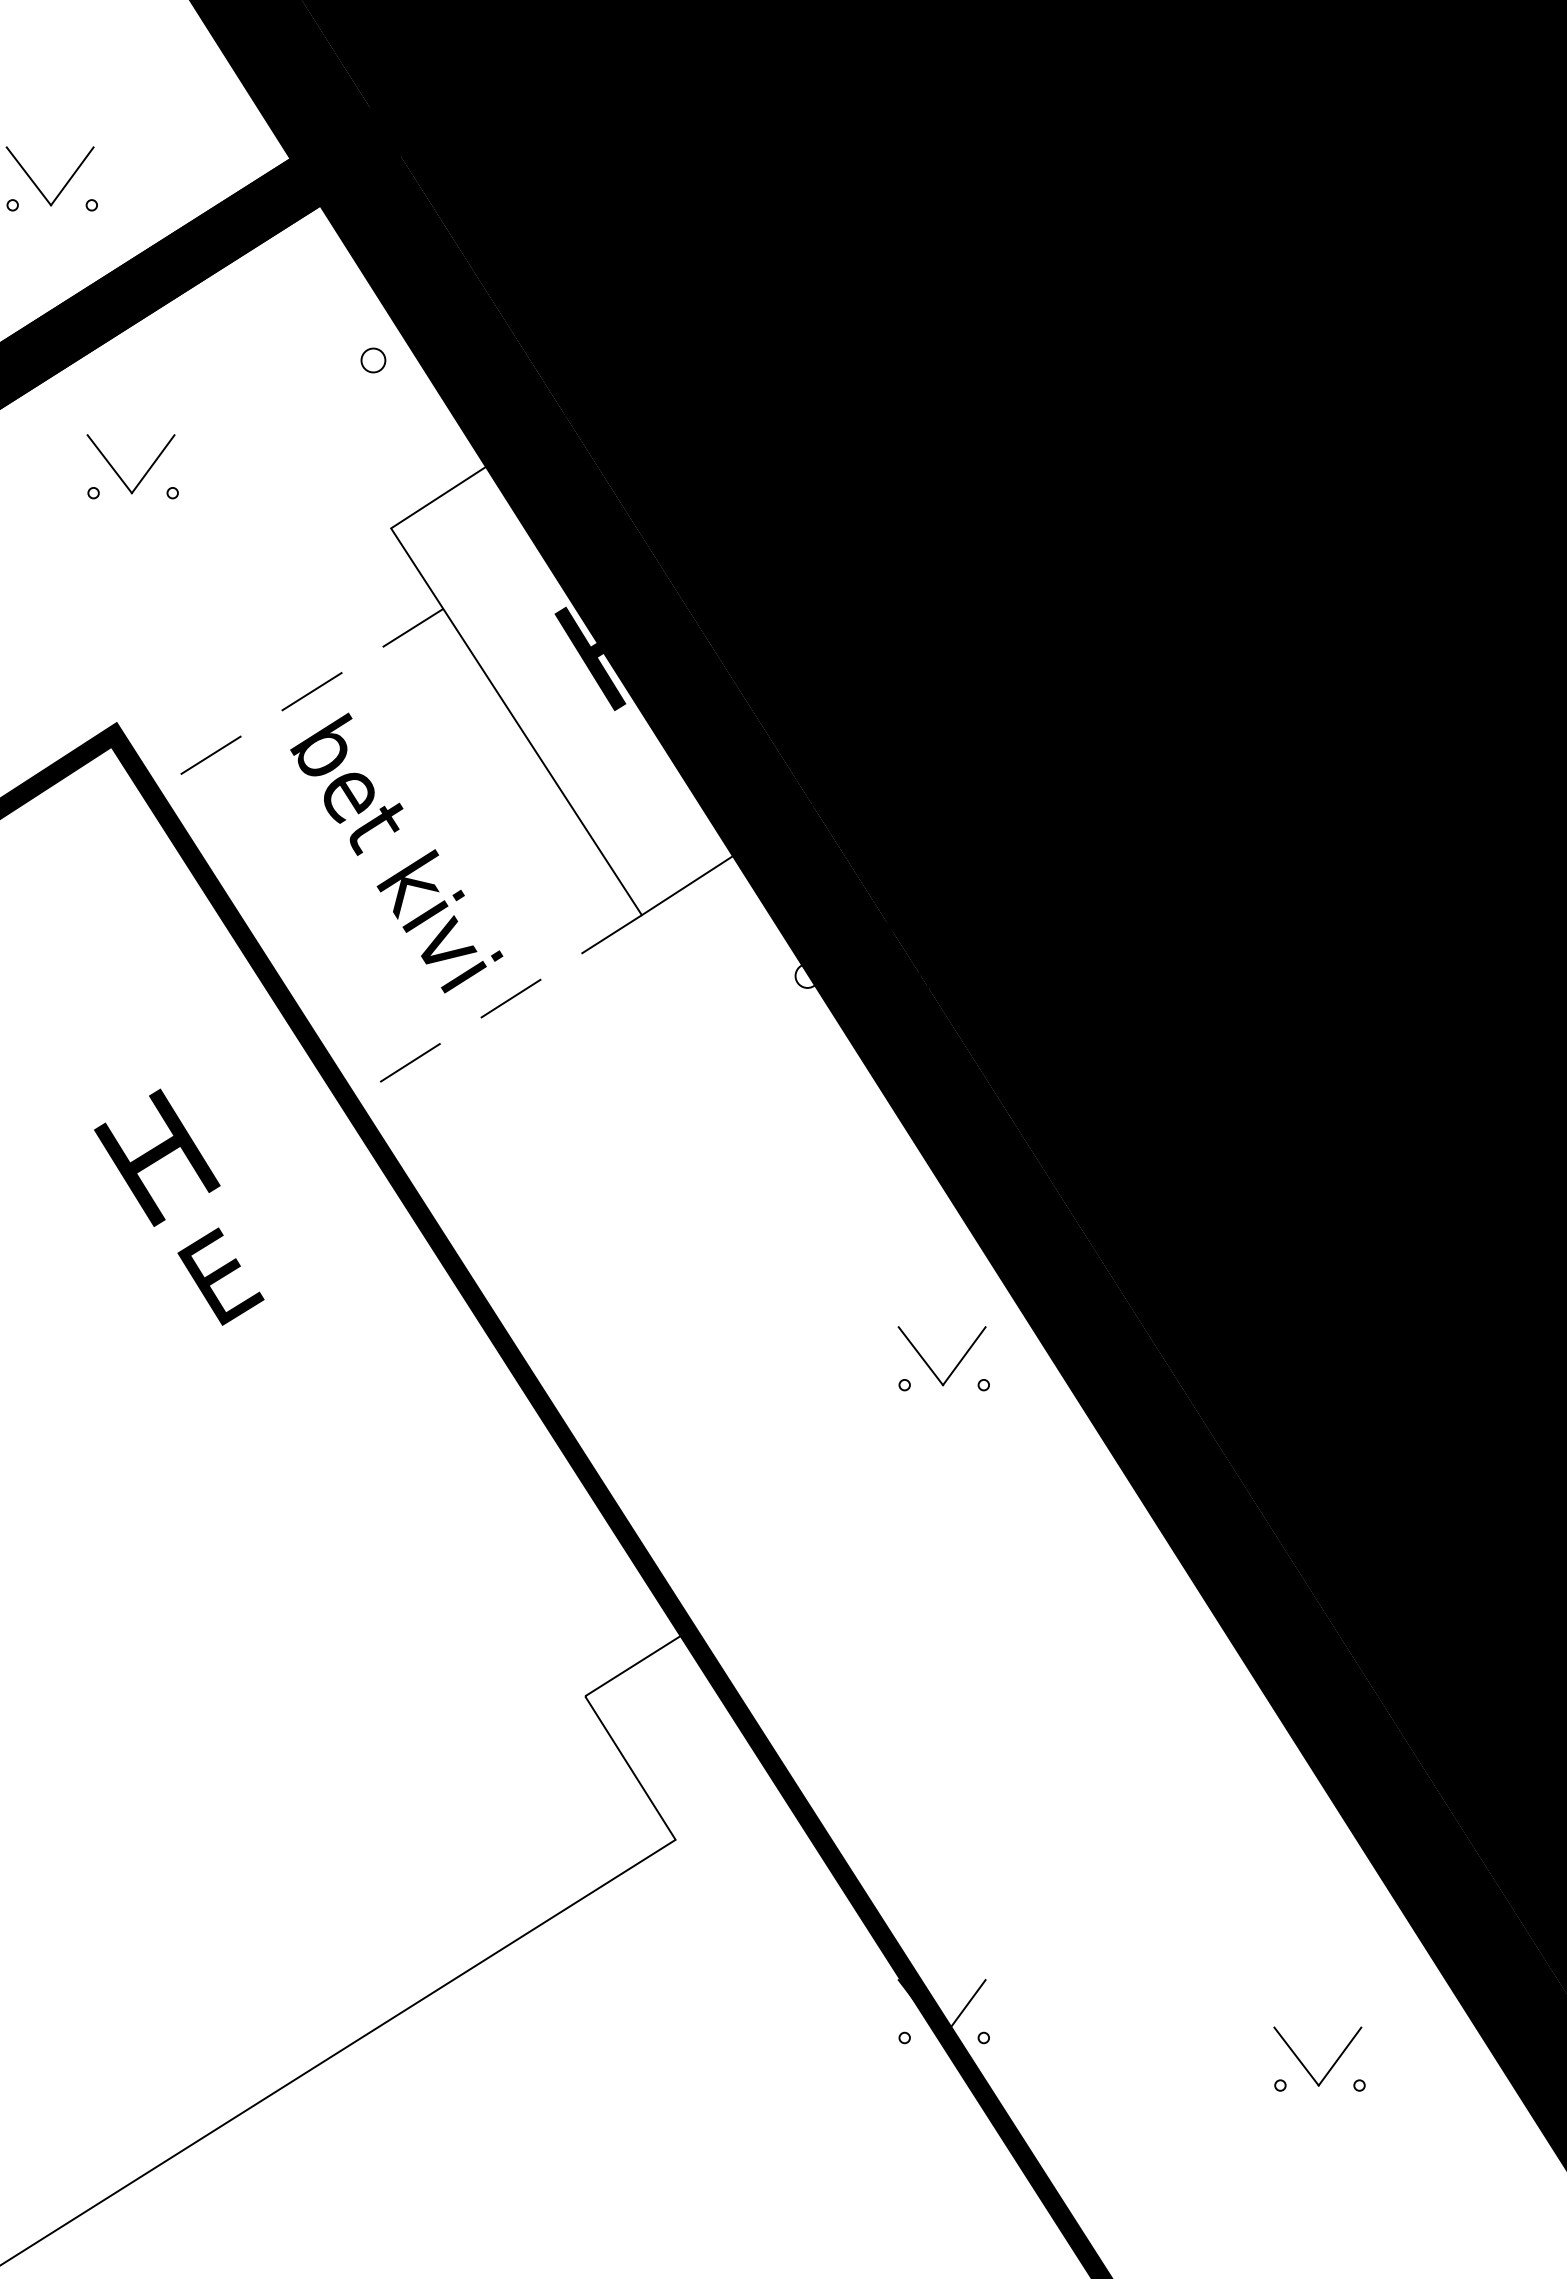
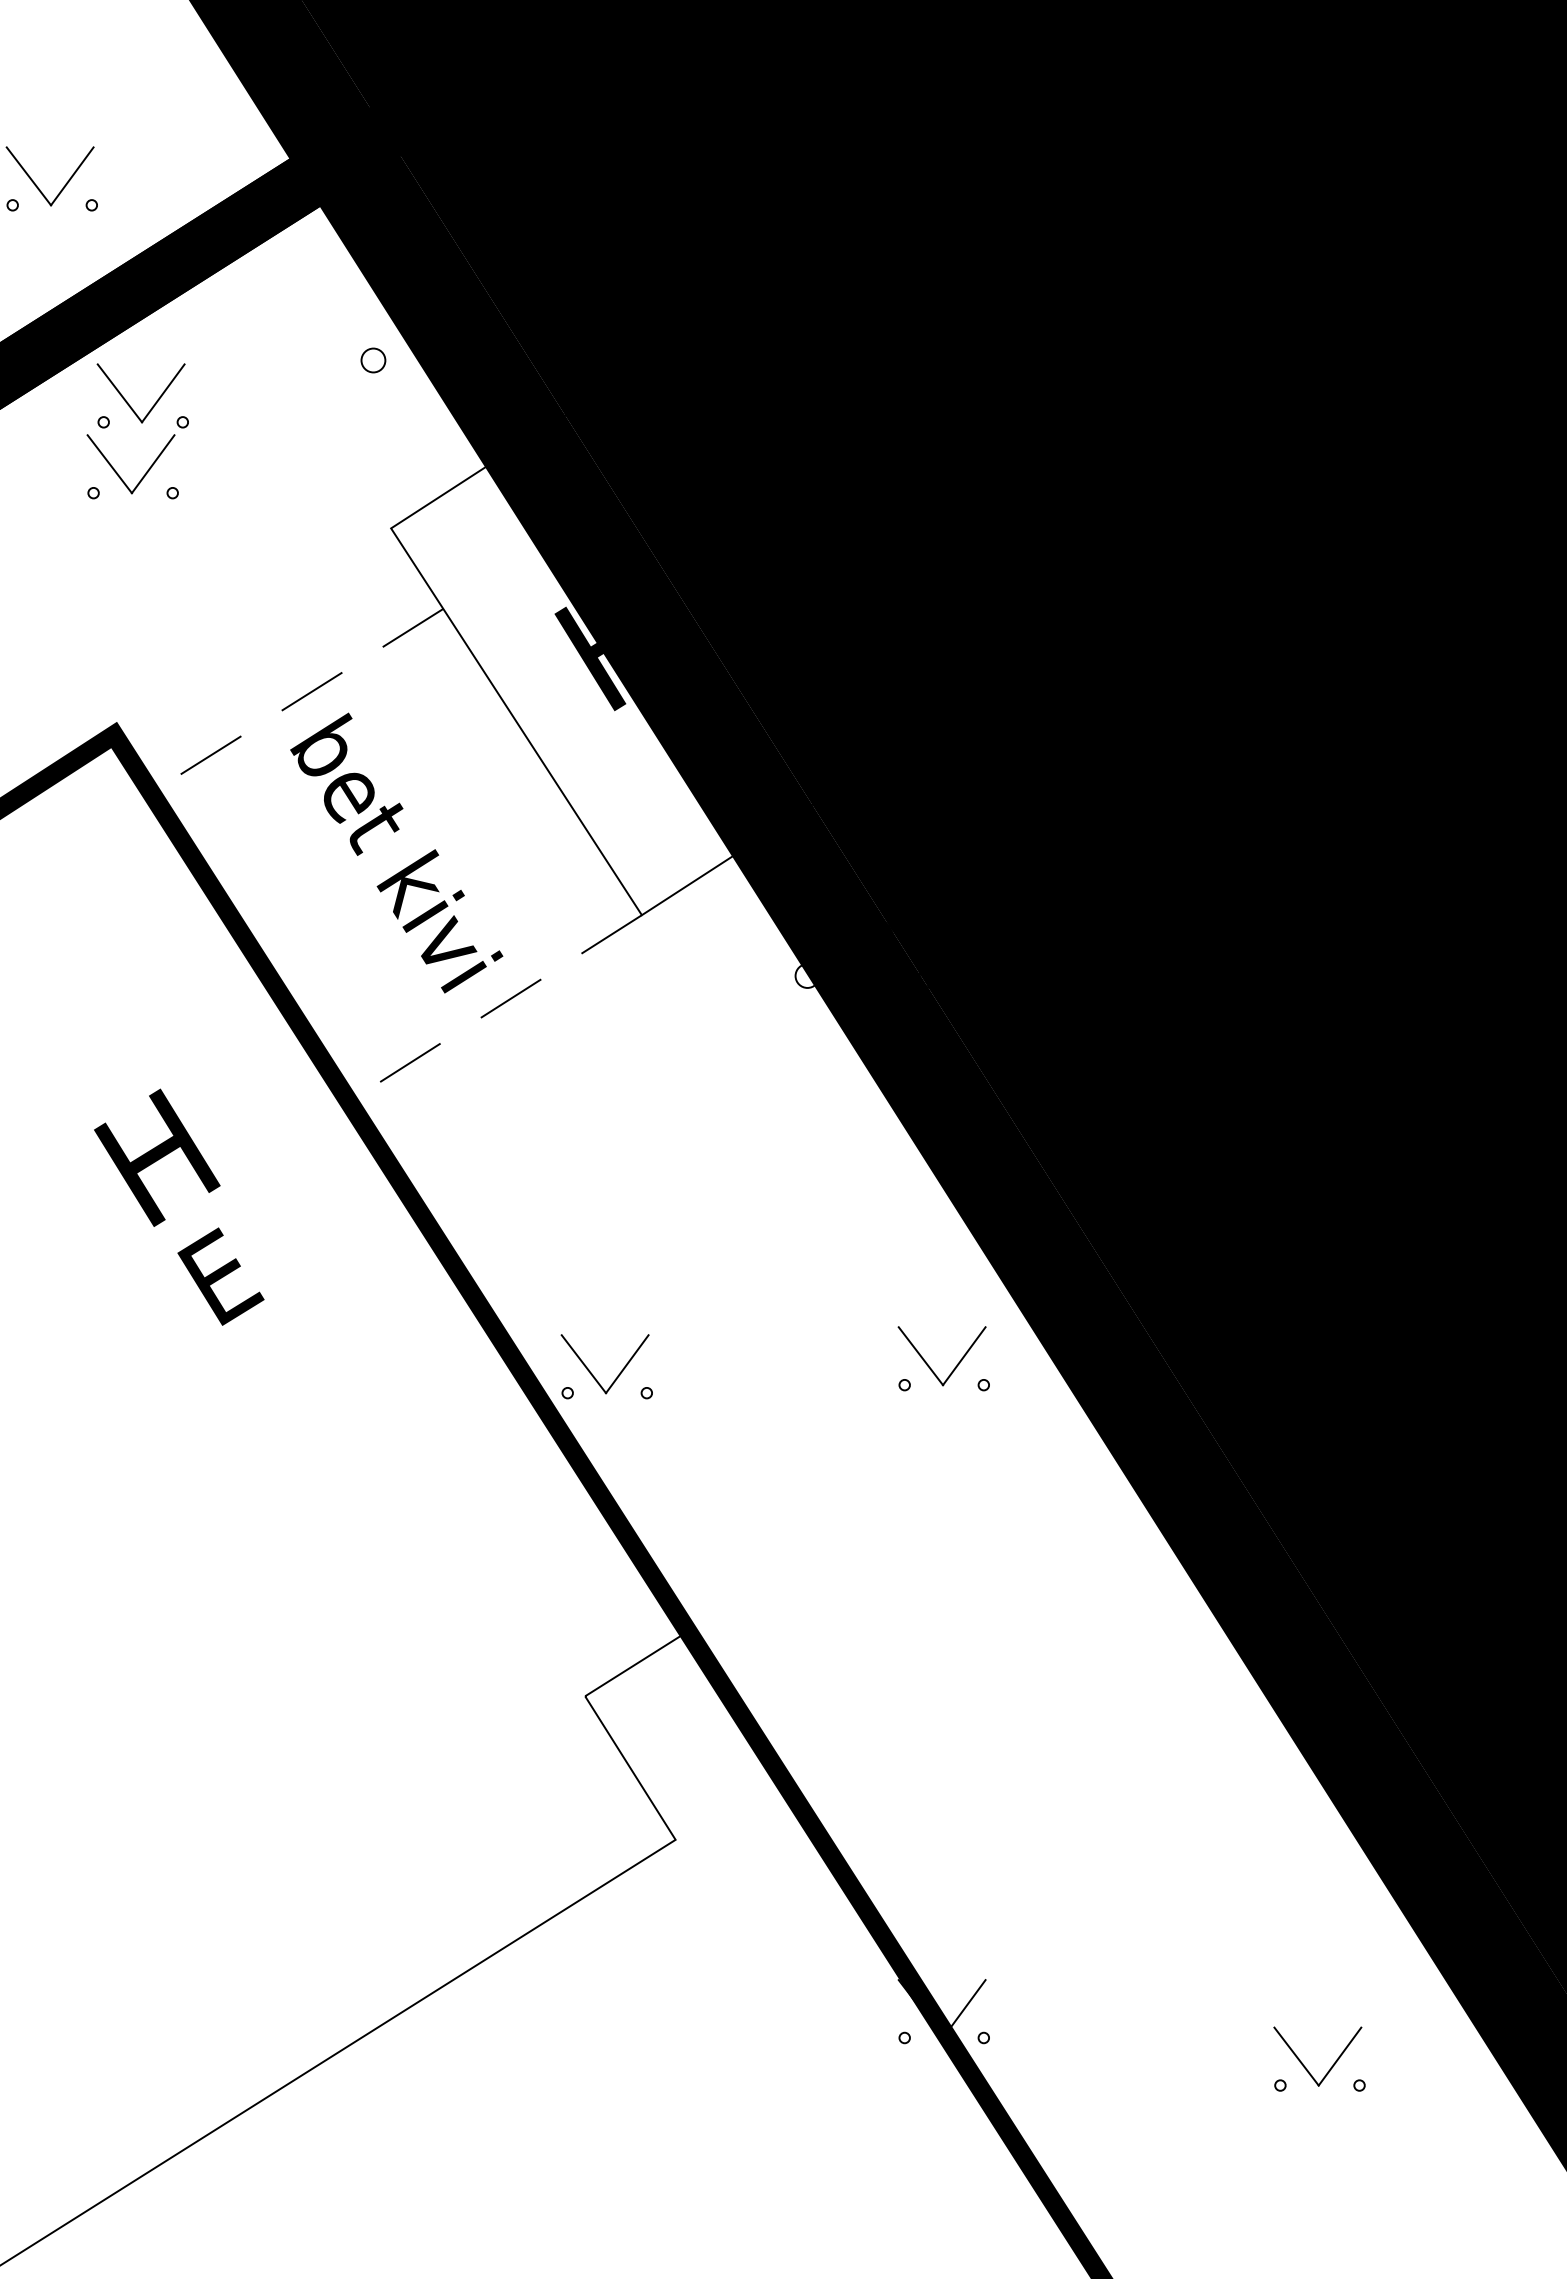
part at (153, 404): none -> present
part at (617, 1375): none -> present
